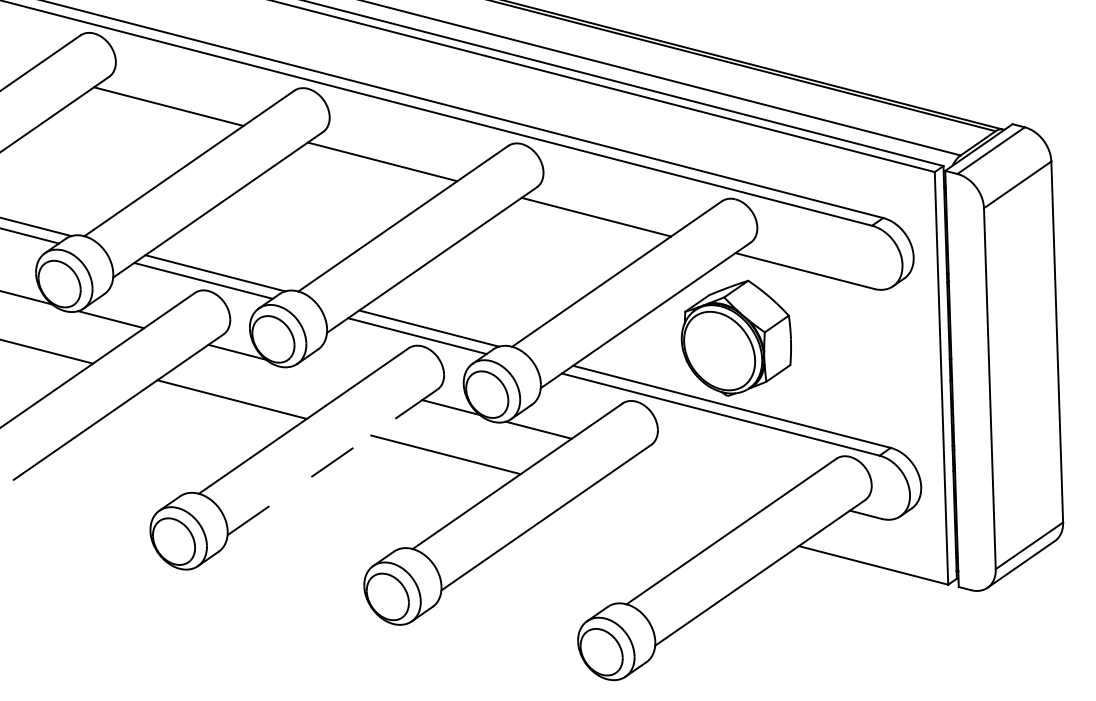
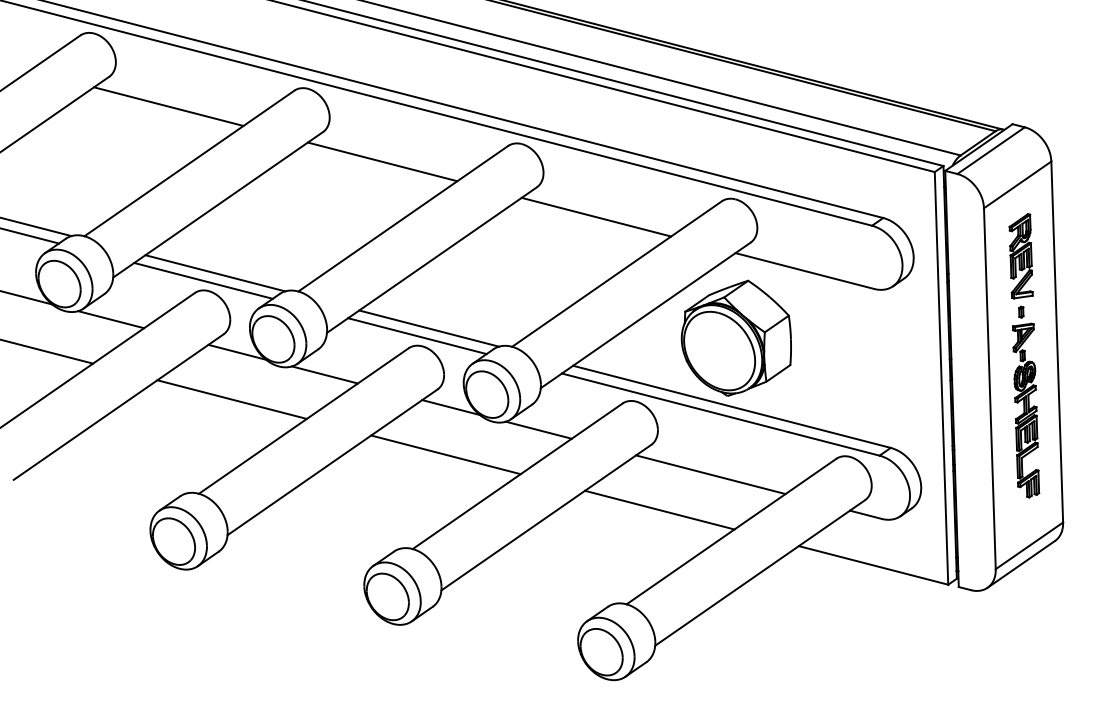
part at (1024, 355): none -> present
line at (324, 374): none -> present
line at (332, 462): dashed -> solid
line at (710, 474): none -> present
line at (659, 509): none -> present
